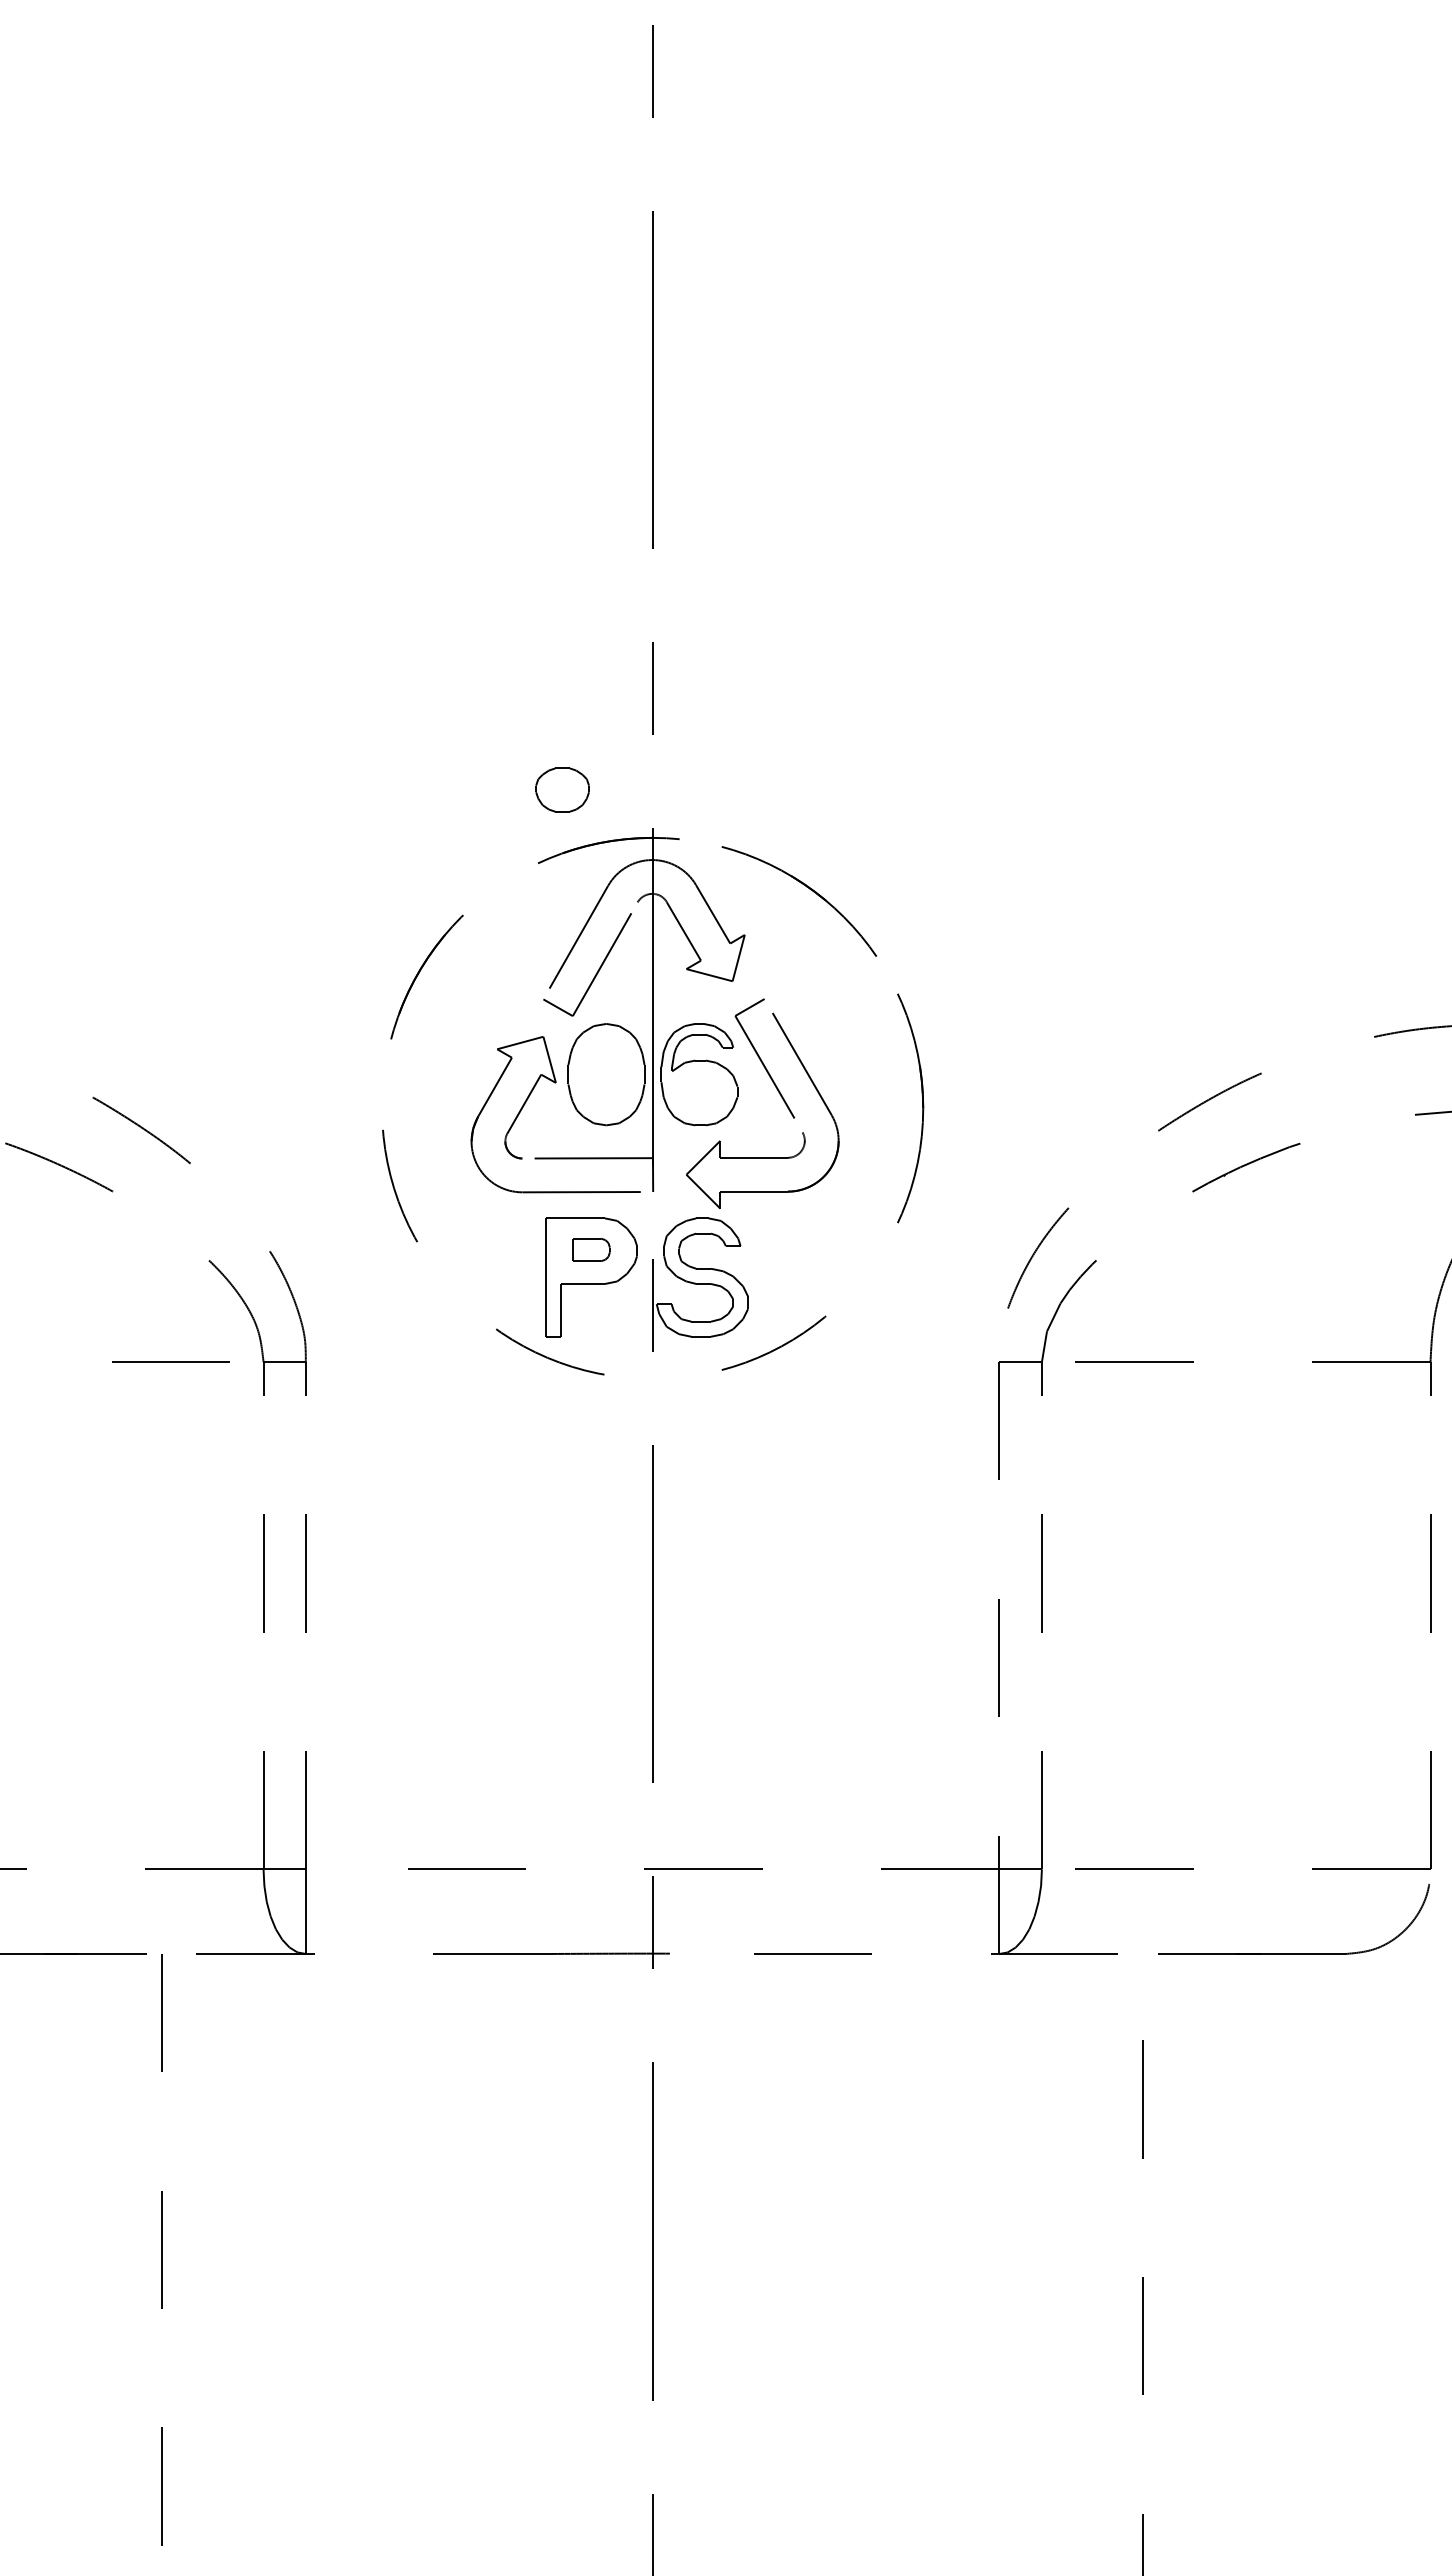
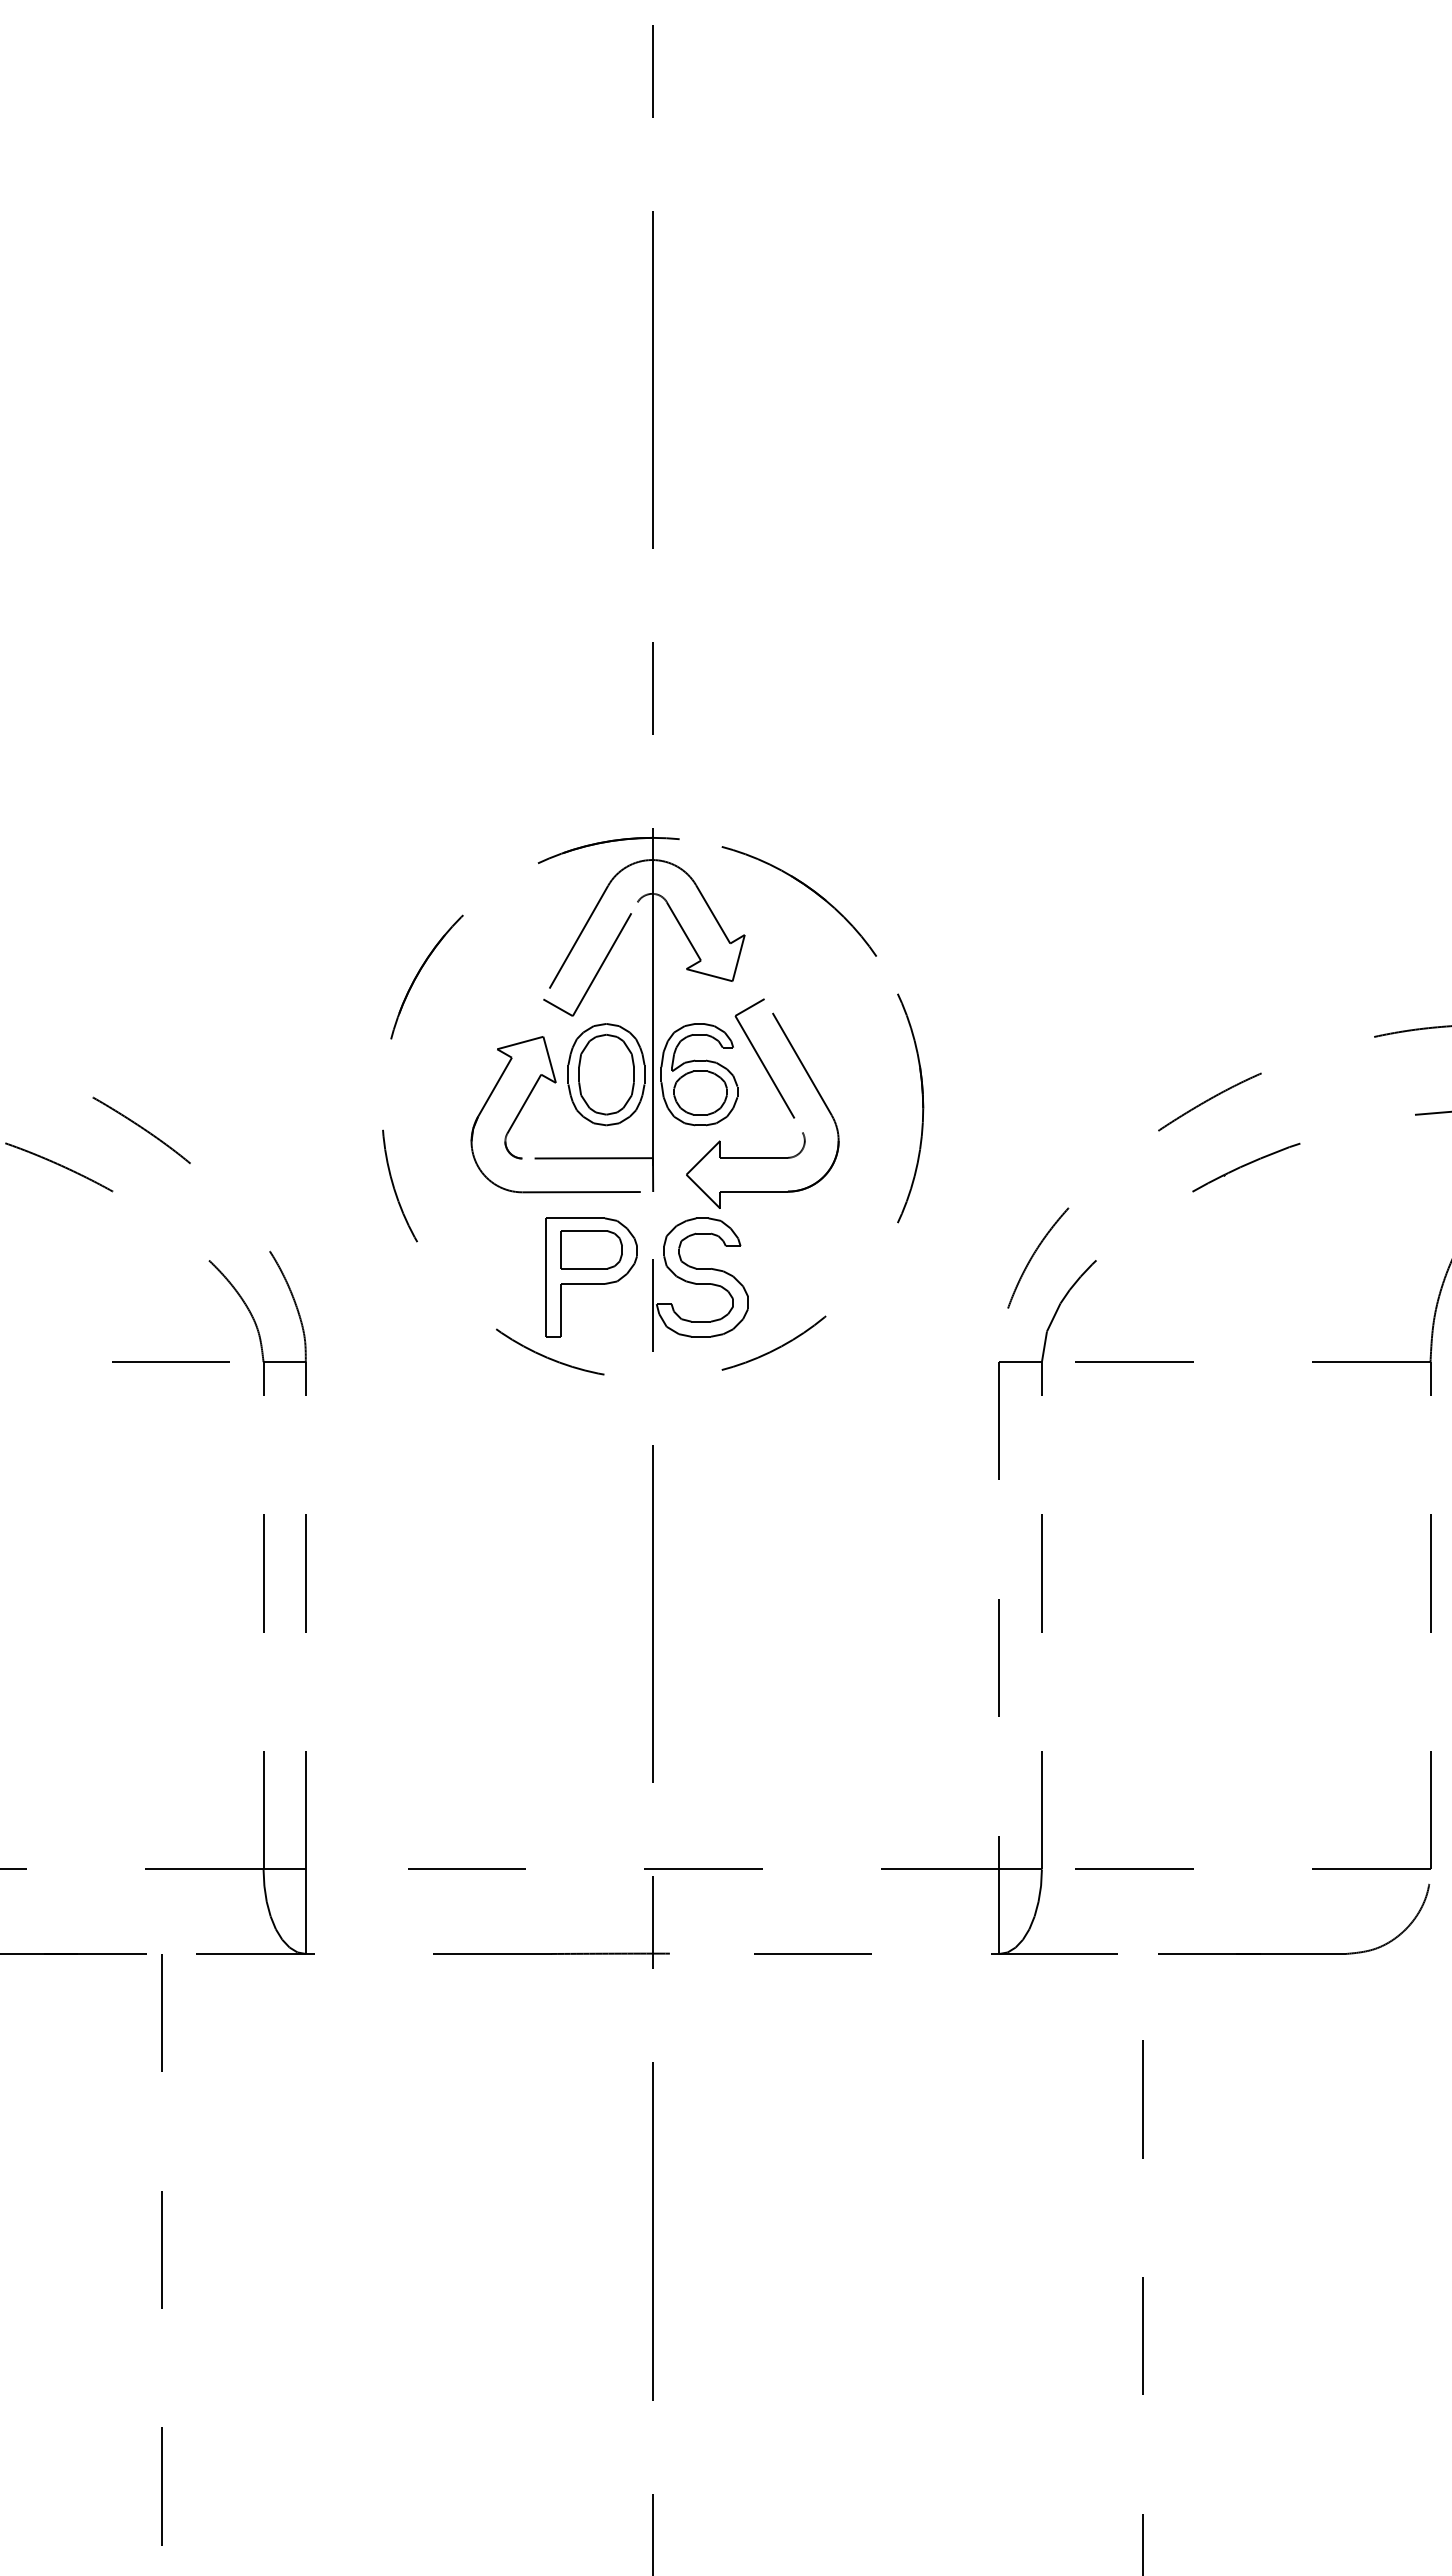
part at (562, 789) position: (562, 789) -> (700, 1092)
part at (606, 1074): none -> present
part at (591, 1249) size: 39x24 px -> 63x40 px
